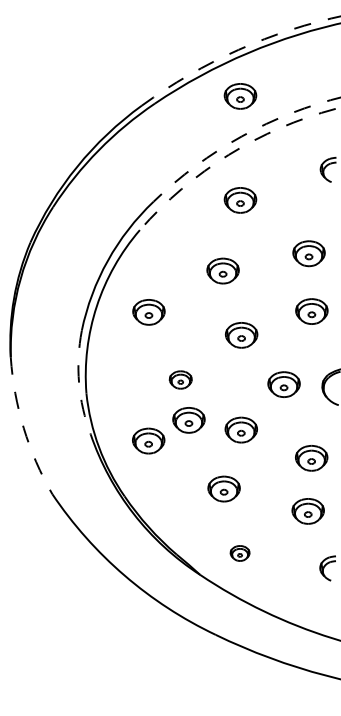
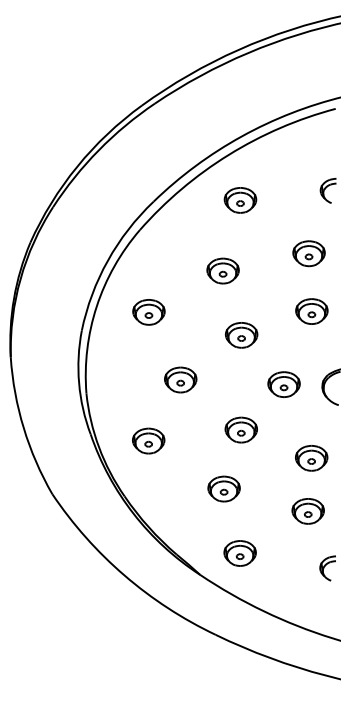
arc at (236, 50): dashed -> solid
part at (240, 96): present -> none
arc at (240, 137): dashed -> solid
arc at (228, 154): dashed -> solid
part at (327, 169) position: (327, 169) -> (327, 190)
part at (180, 379) size: 25x20 px -> 34x28 px
arc at (79, 383): dashed -> solid
part at (188, 420): present -> none
arc at (23, 428): dashed -> solid
part at (239, 553) size: 22x17 px -> 34x27 px
